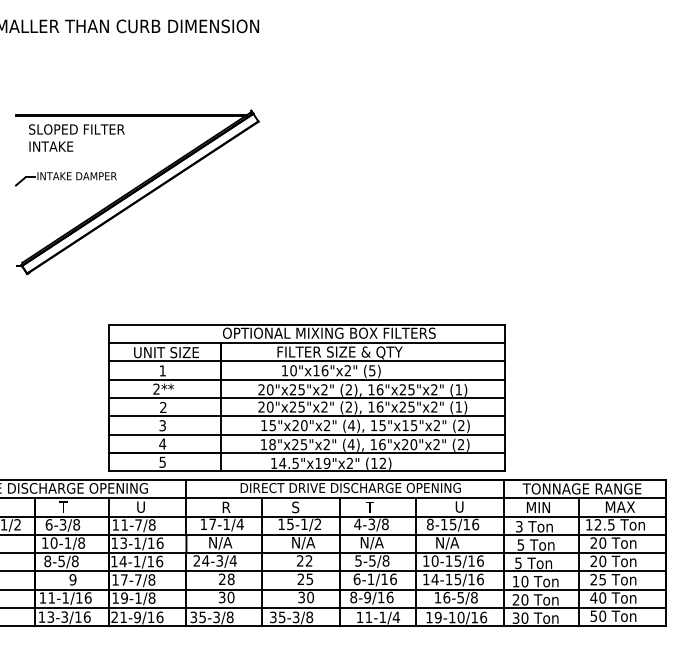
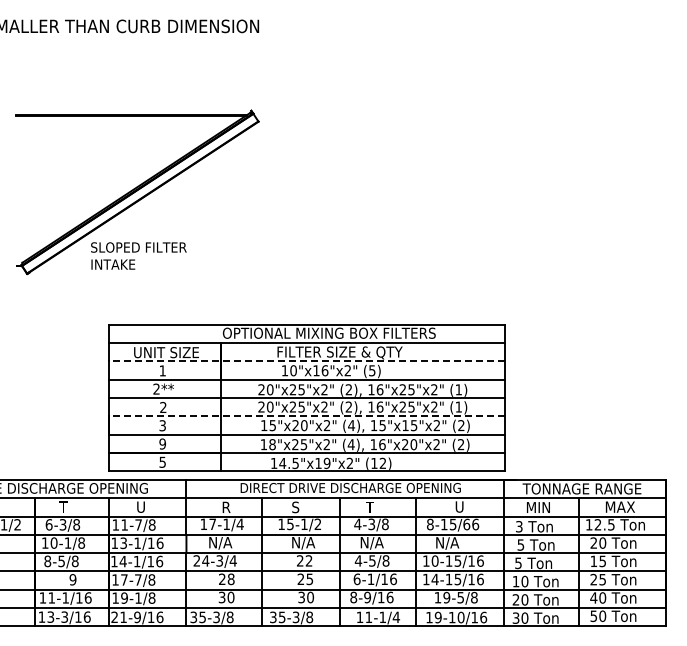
text at (76, 137) position: (76, 137) -> (138, 255)
part at (65, 179): present -> none
line at (306, 361): solid -> dashed
line at (306, 416): solid -> dashed
text at (162, 443): 4 -> 9
text at (466, 524): 8-15/16 -> 8-15/66
text at (358, 560): 5-5/8 -> 4-5/8
text at (598, 561): 20 -> 15
text at (446, 597): 16-5/8 -> 19-5/8
